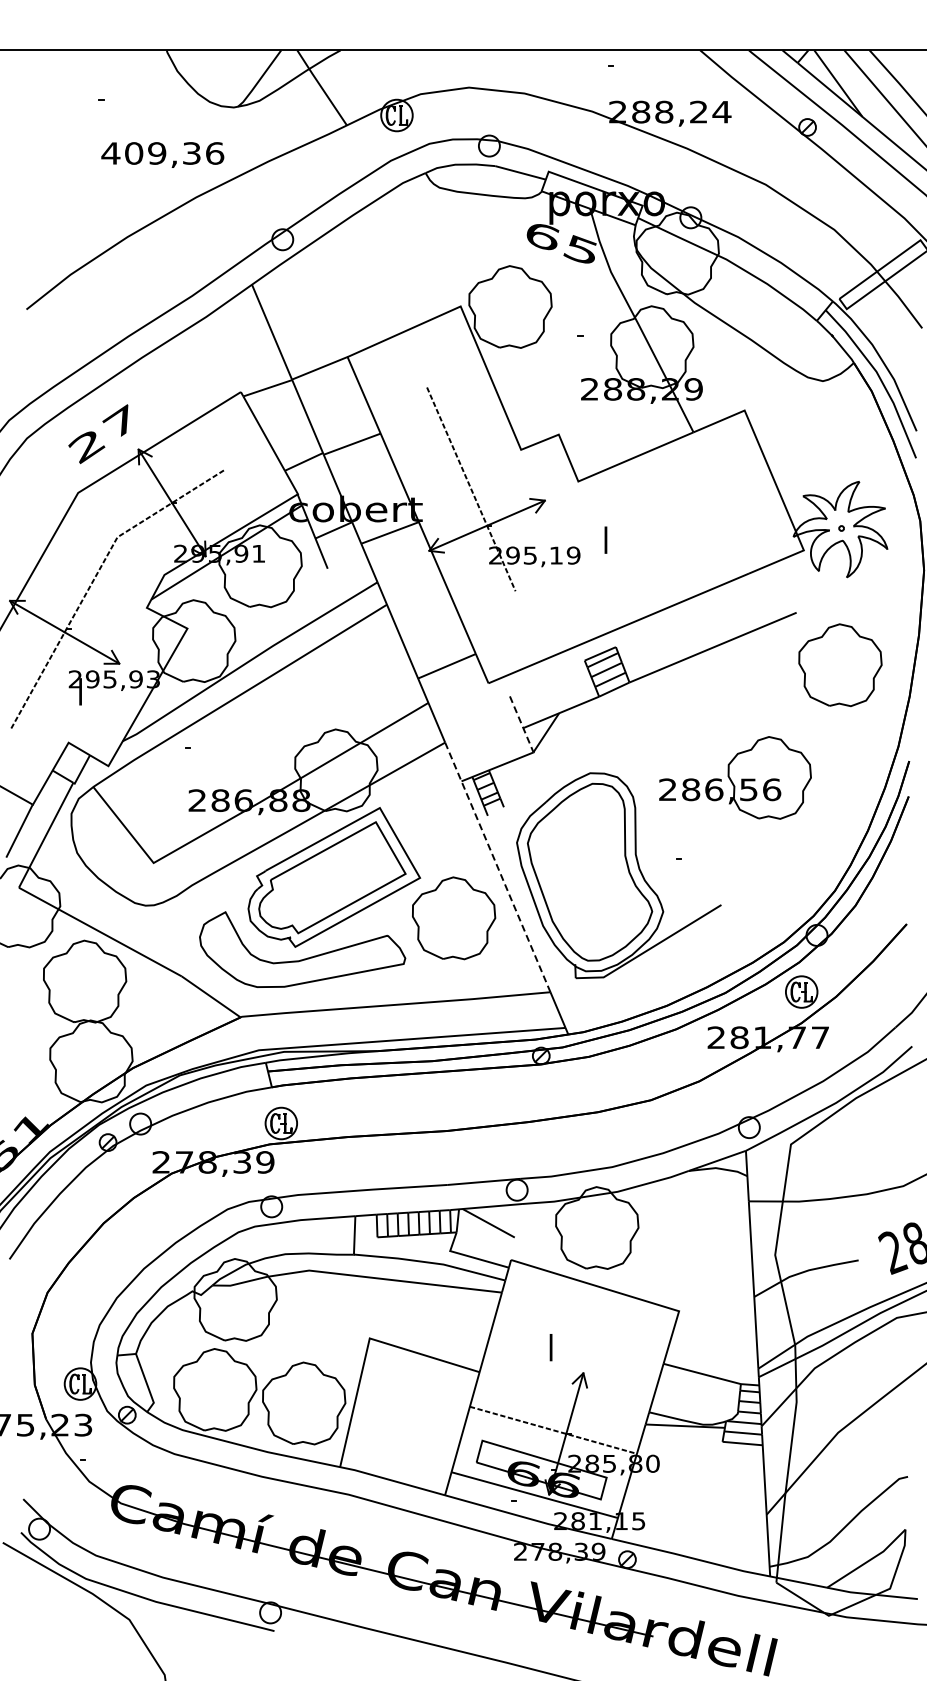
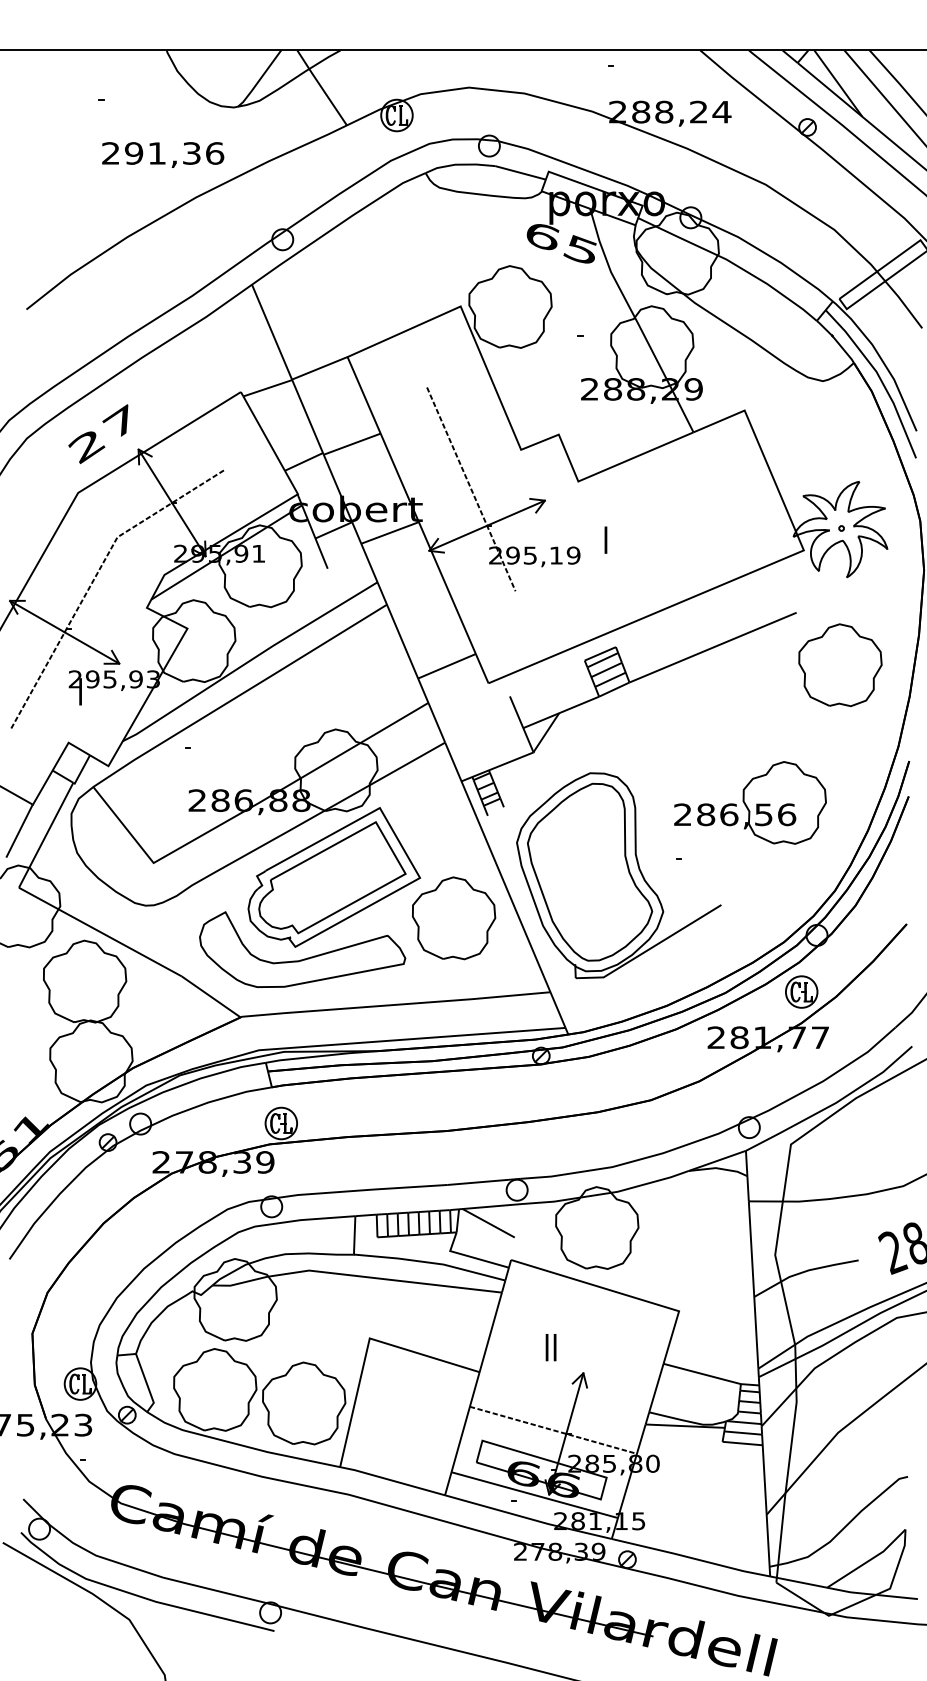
text at (133, 153): 409,36 -> 291,36
line at (521, 724): dashed -> solid
part at (735, 777) position: (735, 777) -> (750, 802)
line at (497, 866): dashed -> solid
text at (550, 1347): I -> II
